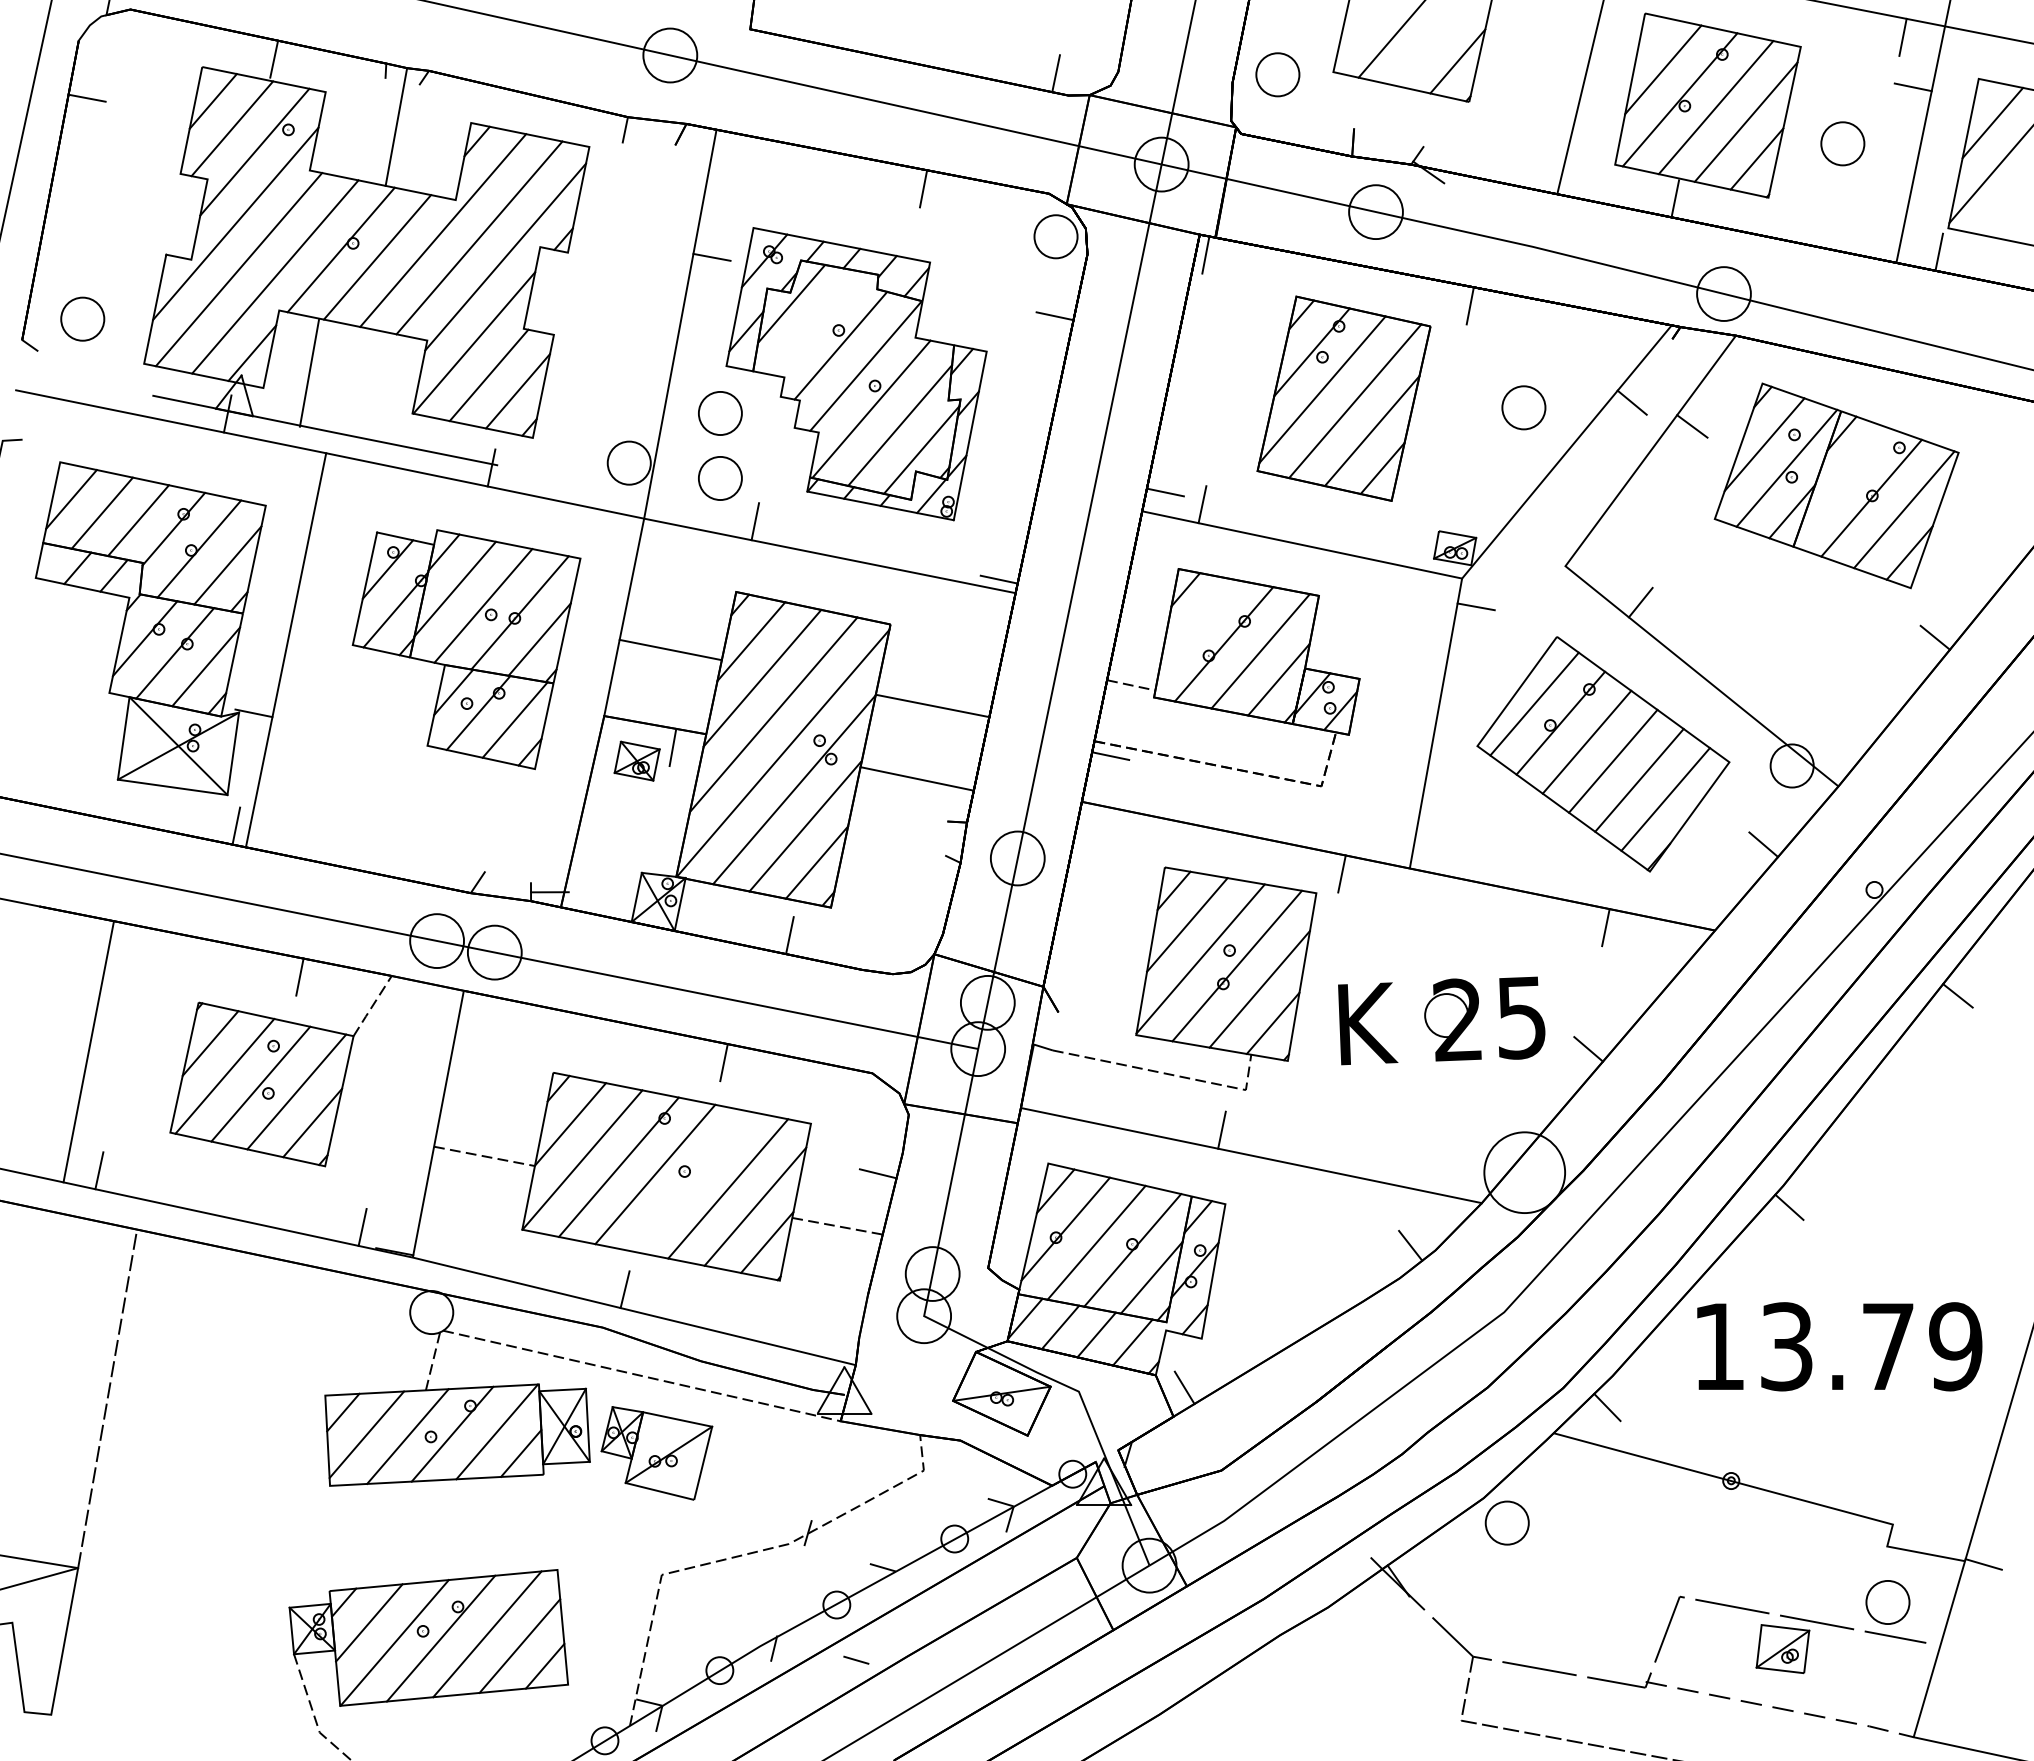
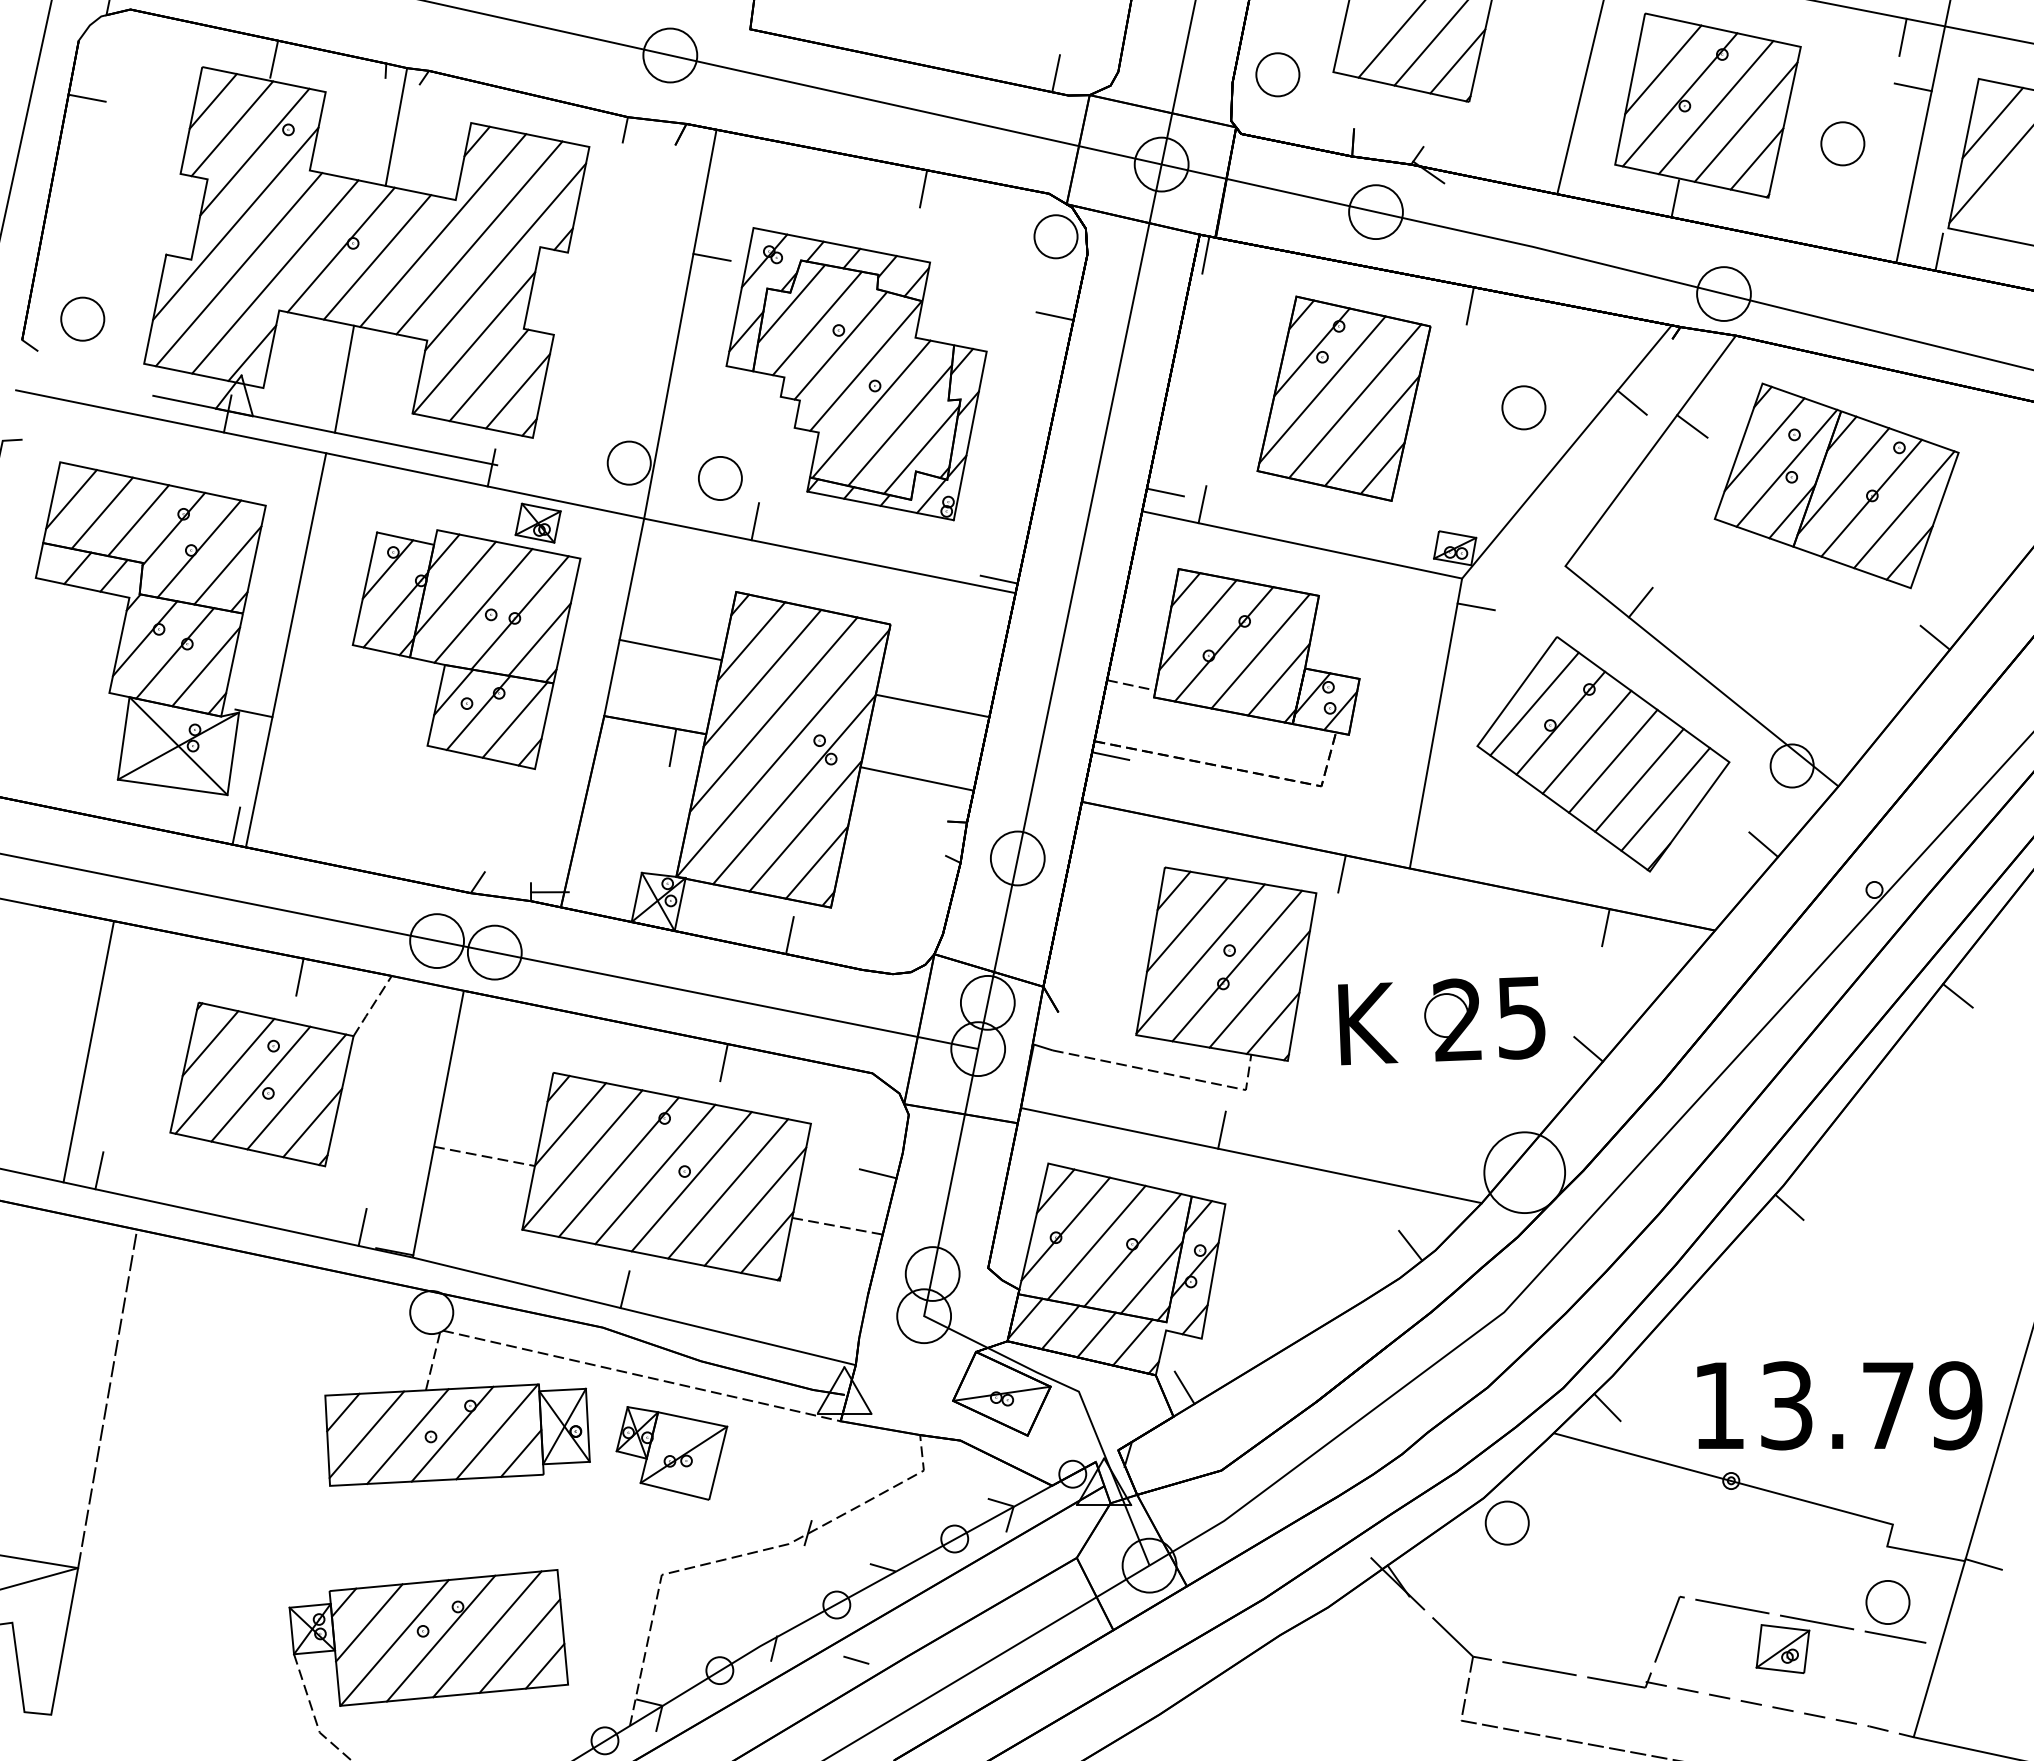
line at (1429, 43): none -> present
line at (816, 323): none -> present
line at (309, 372) position: (309, 372) -> (344, 378)
part at (720, 413): present -> none
line at (1843, 481): none -> present
line at (1197, 625): none -> present
part at (636, 760) position: (636, 760) -> (537, 522)
line at (691, 1181): none -> present
text at (1839, 1346) position: (1839, 1346) -> (1839, 1405)
part at (656, 1453) position: (656, 1453) -> (671, 1453)
